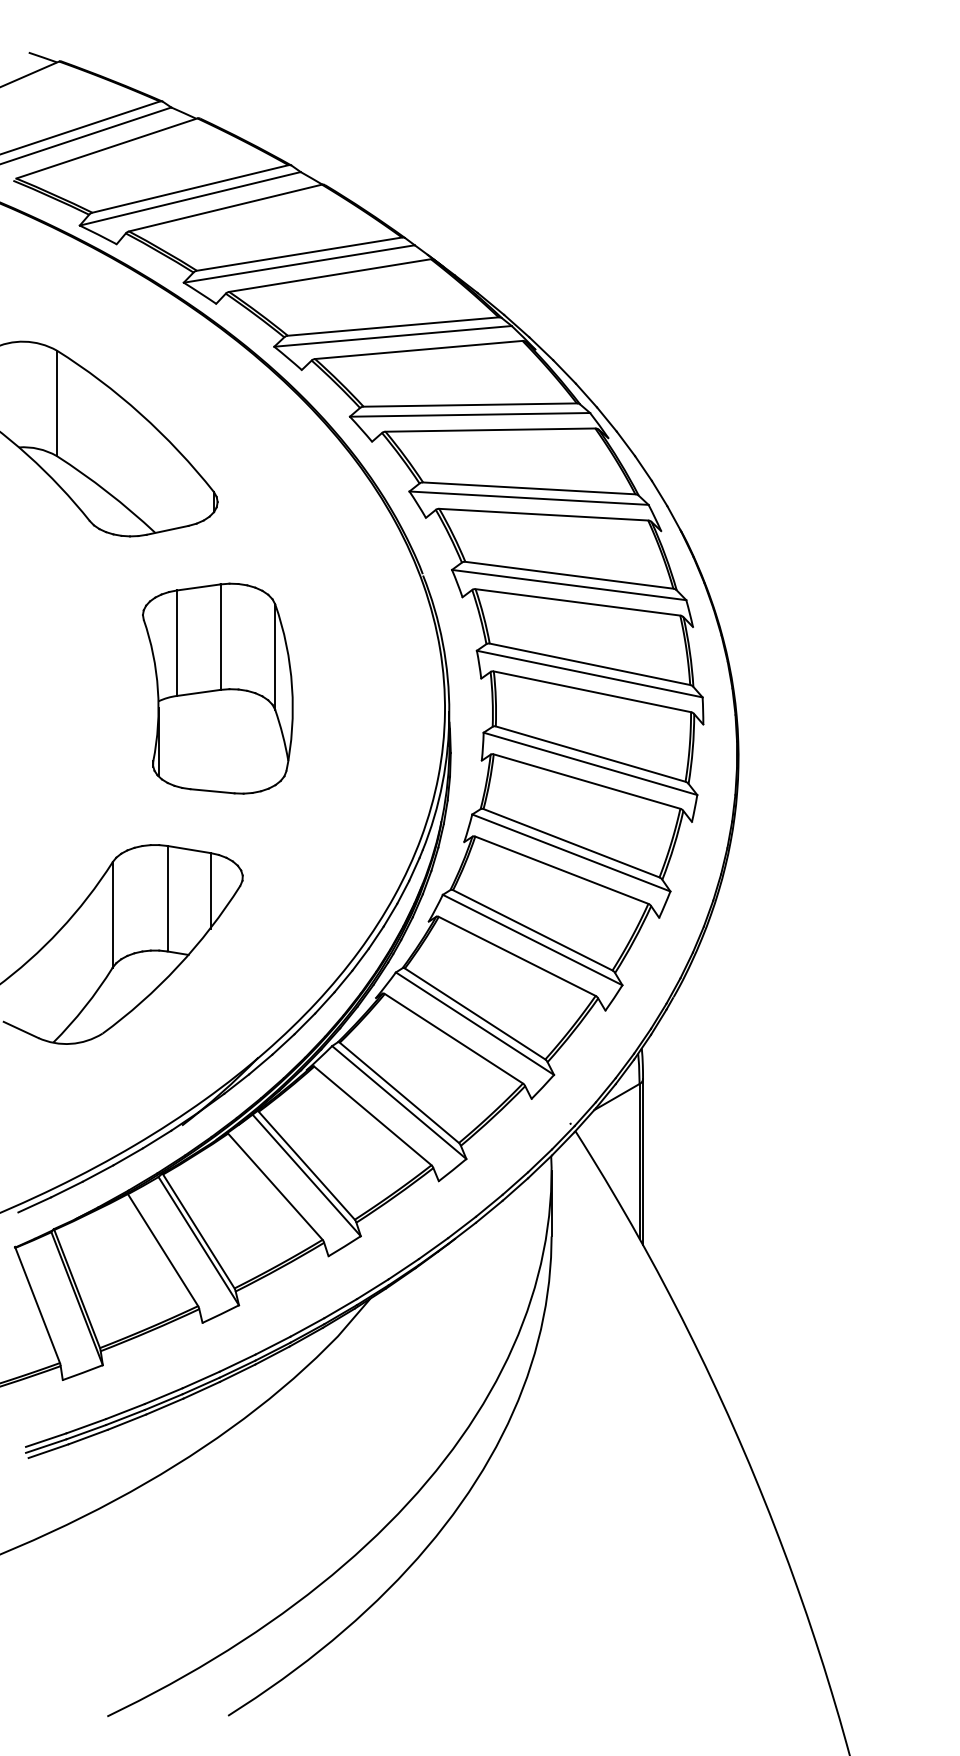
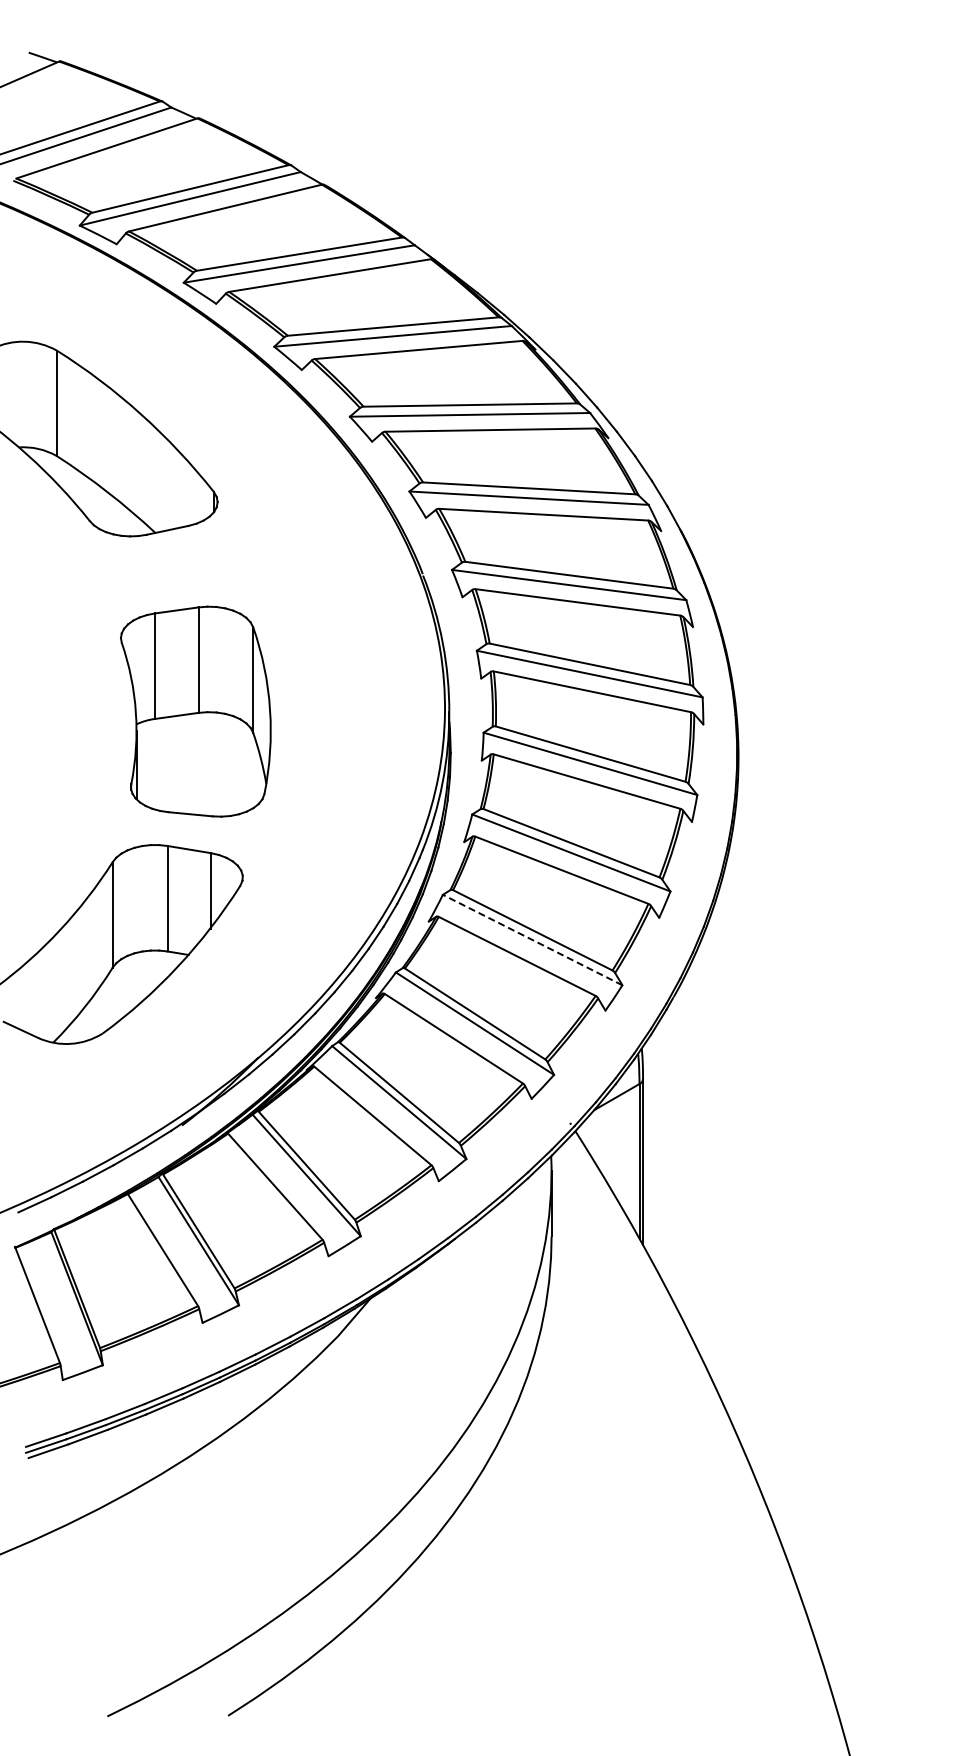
part at (217, 688) position: (217, 688) -> (195, 711)
line at (532, 940): solid -> dashed
